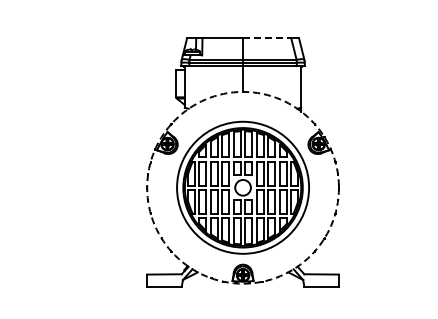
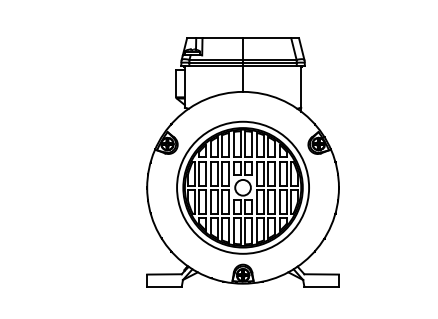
line at (267, 38): dashed -> solid
circle at (242, 187): dashed -> solid
